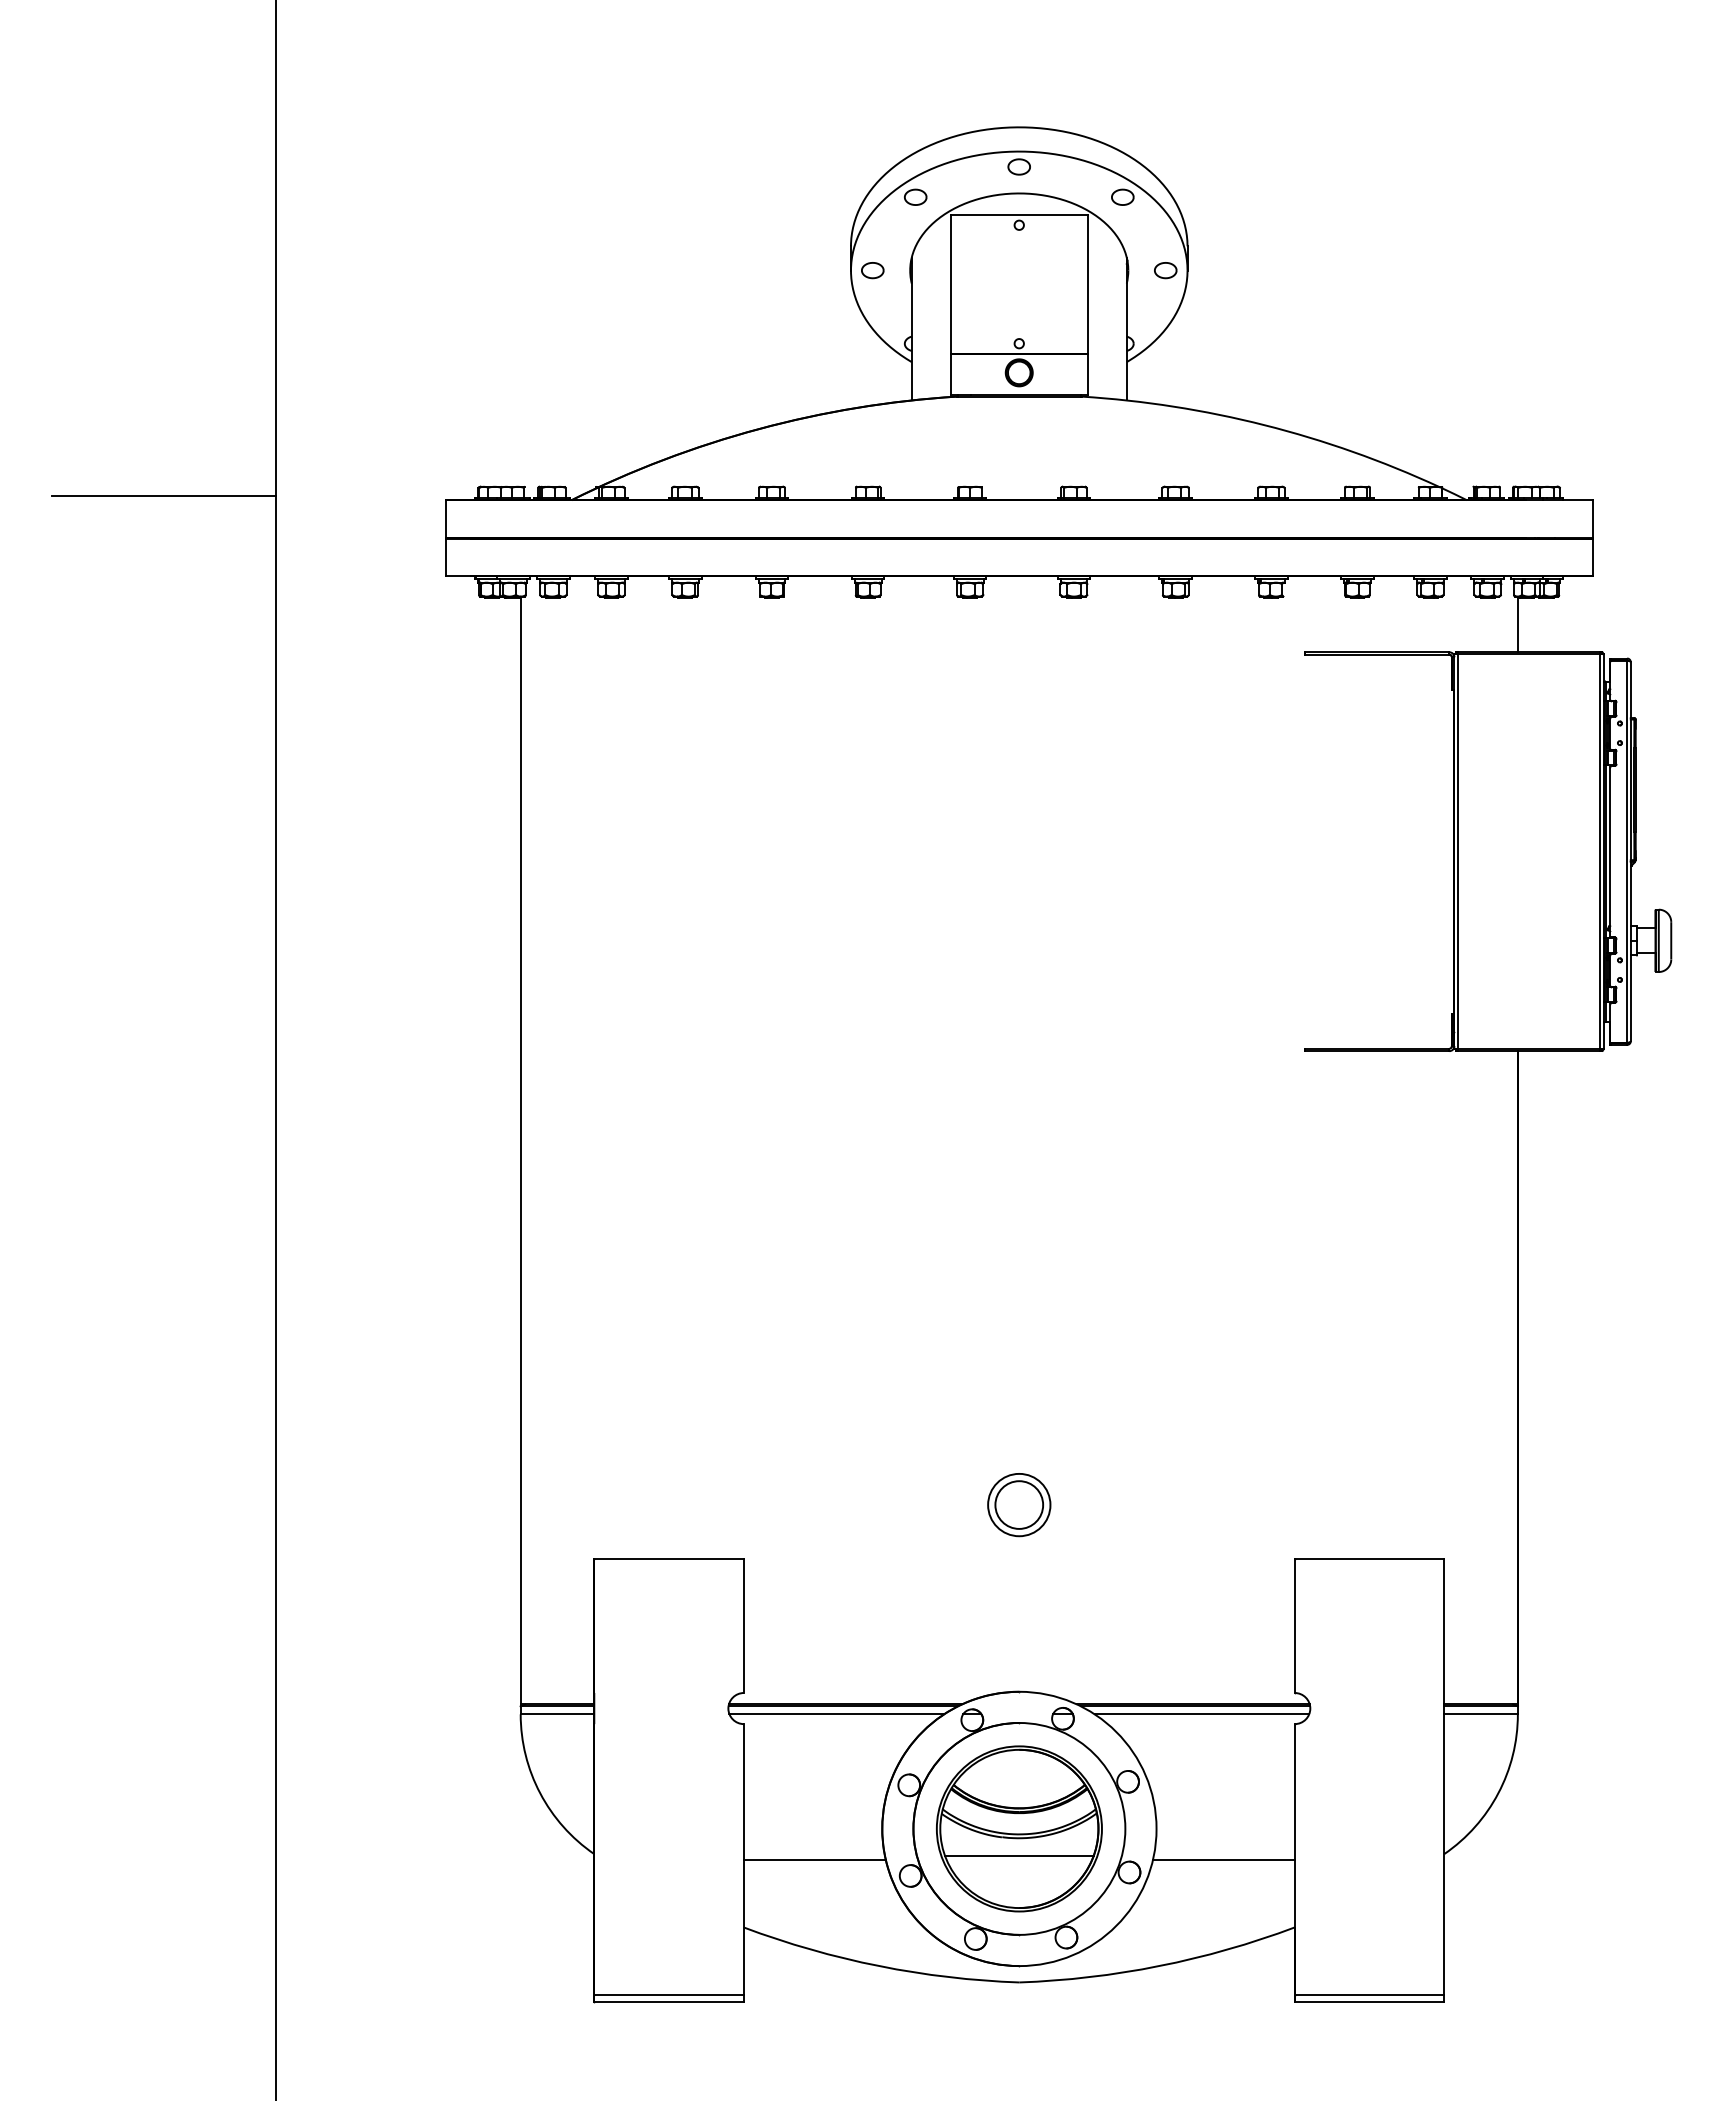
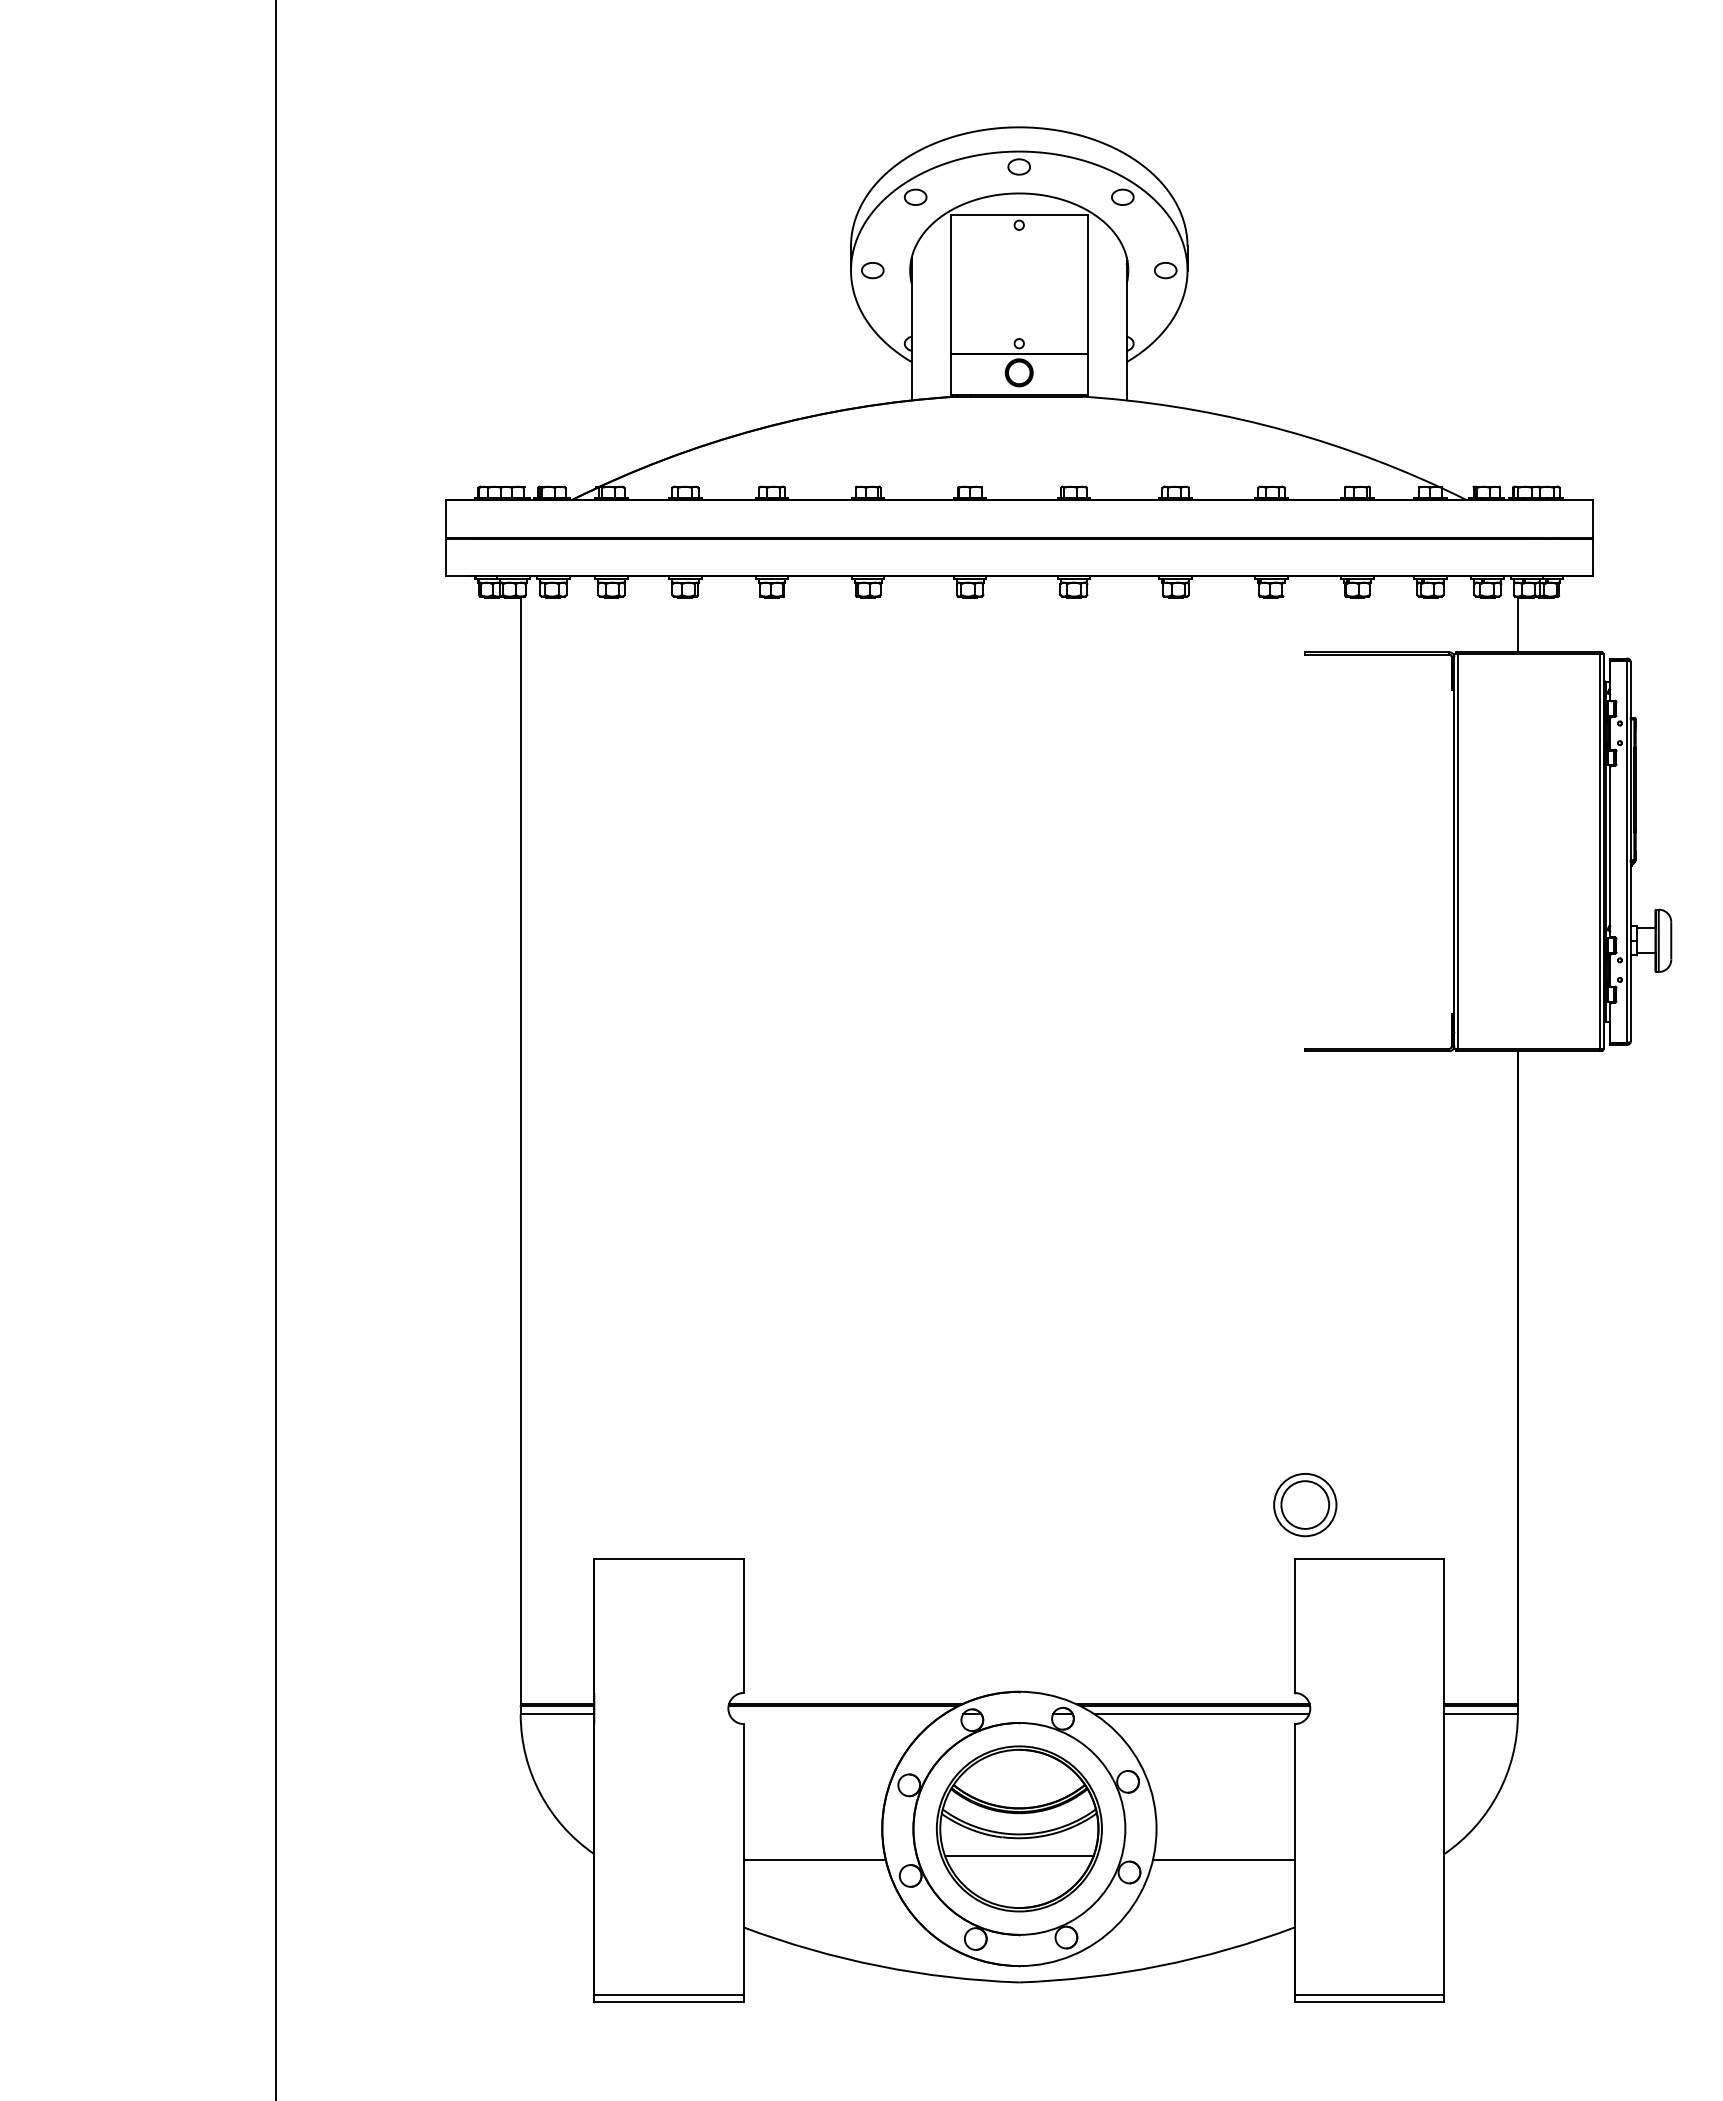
line at (163, 496): present -> none
part at (1019, 1505) position: (1019, 1505) -> (1305, 1505)
line at (836, 1714): present -> none
